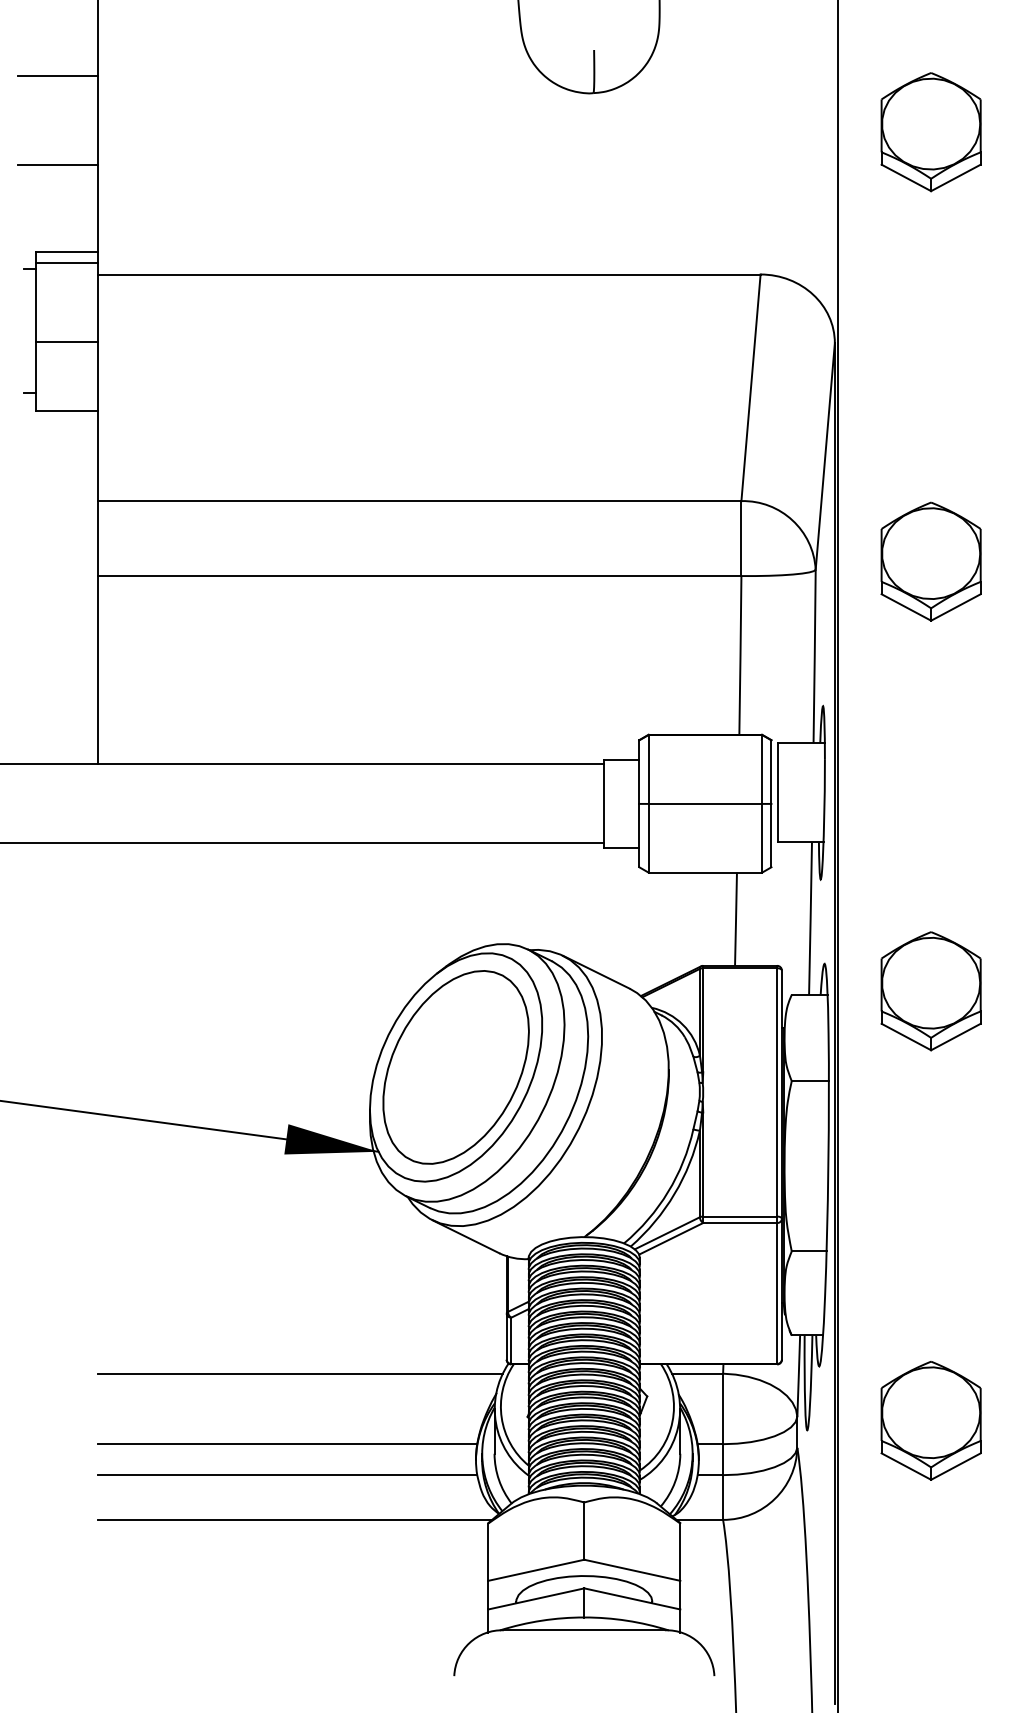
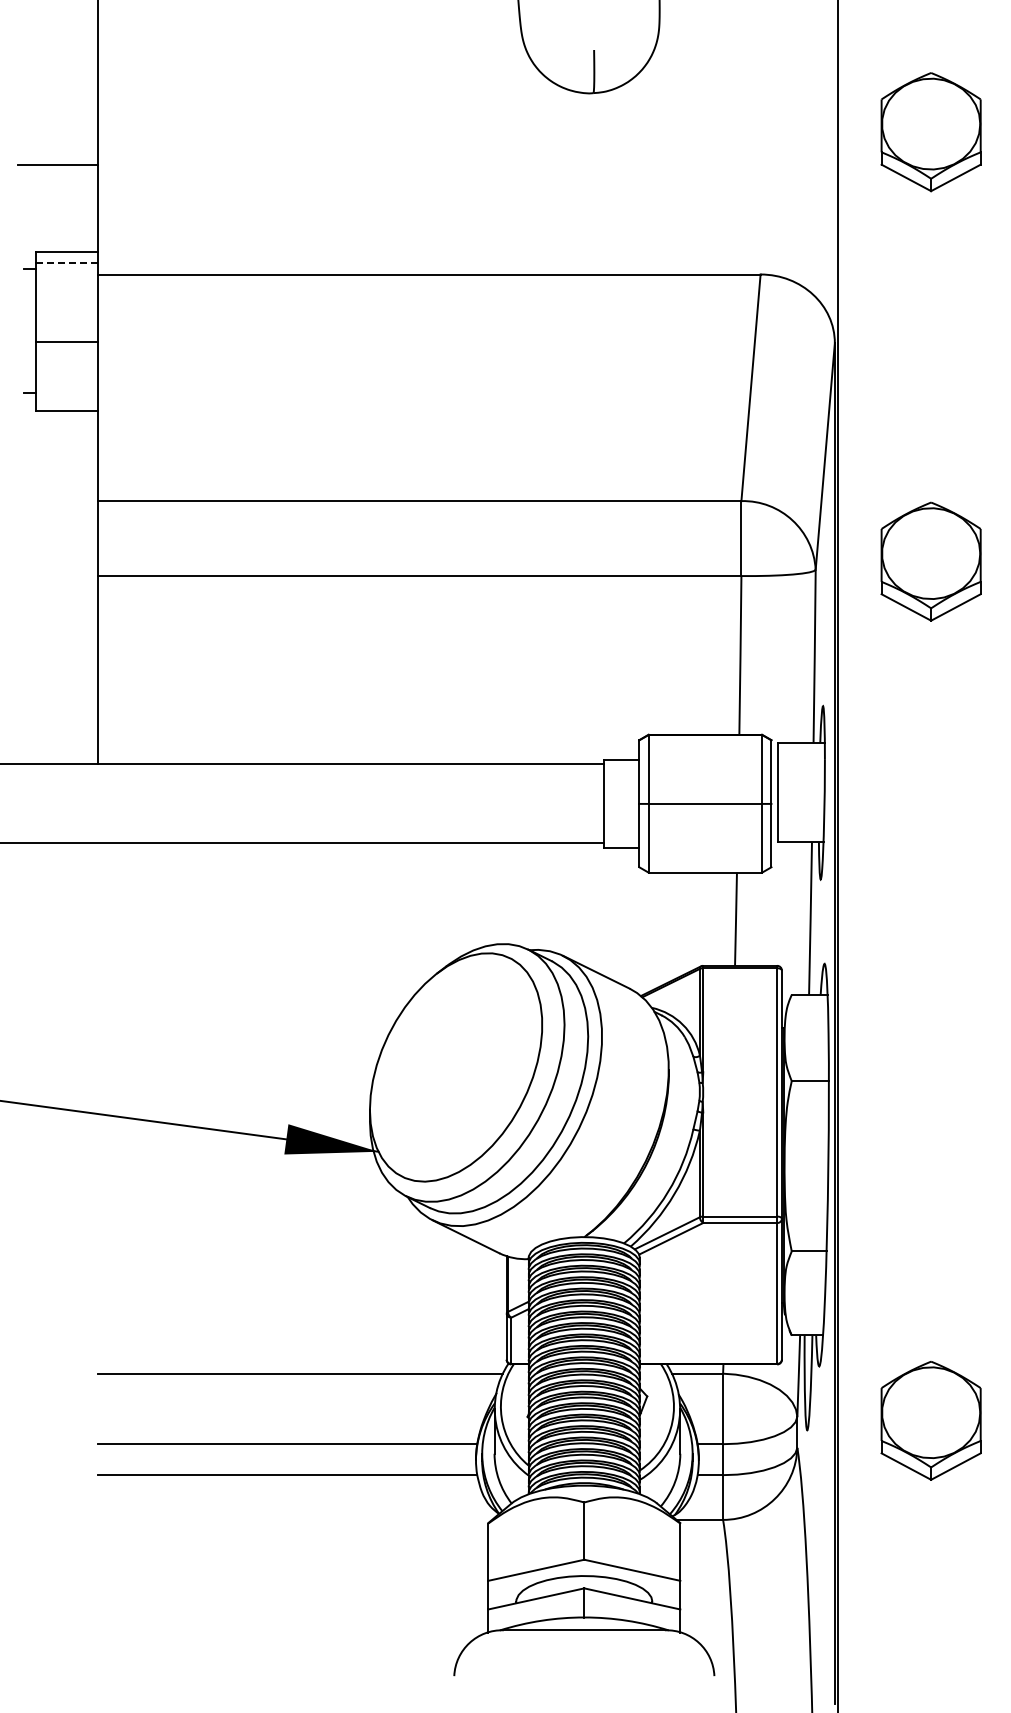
line at (57, 75): present -> none
line at (67, 263): solid -> dashed
part at (930, 991): present -> none
part at (455, 1067): present -> none
line at (295, 1519): present -> none
